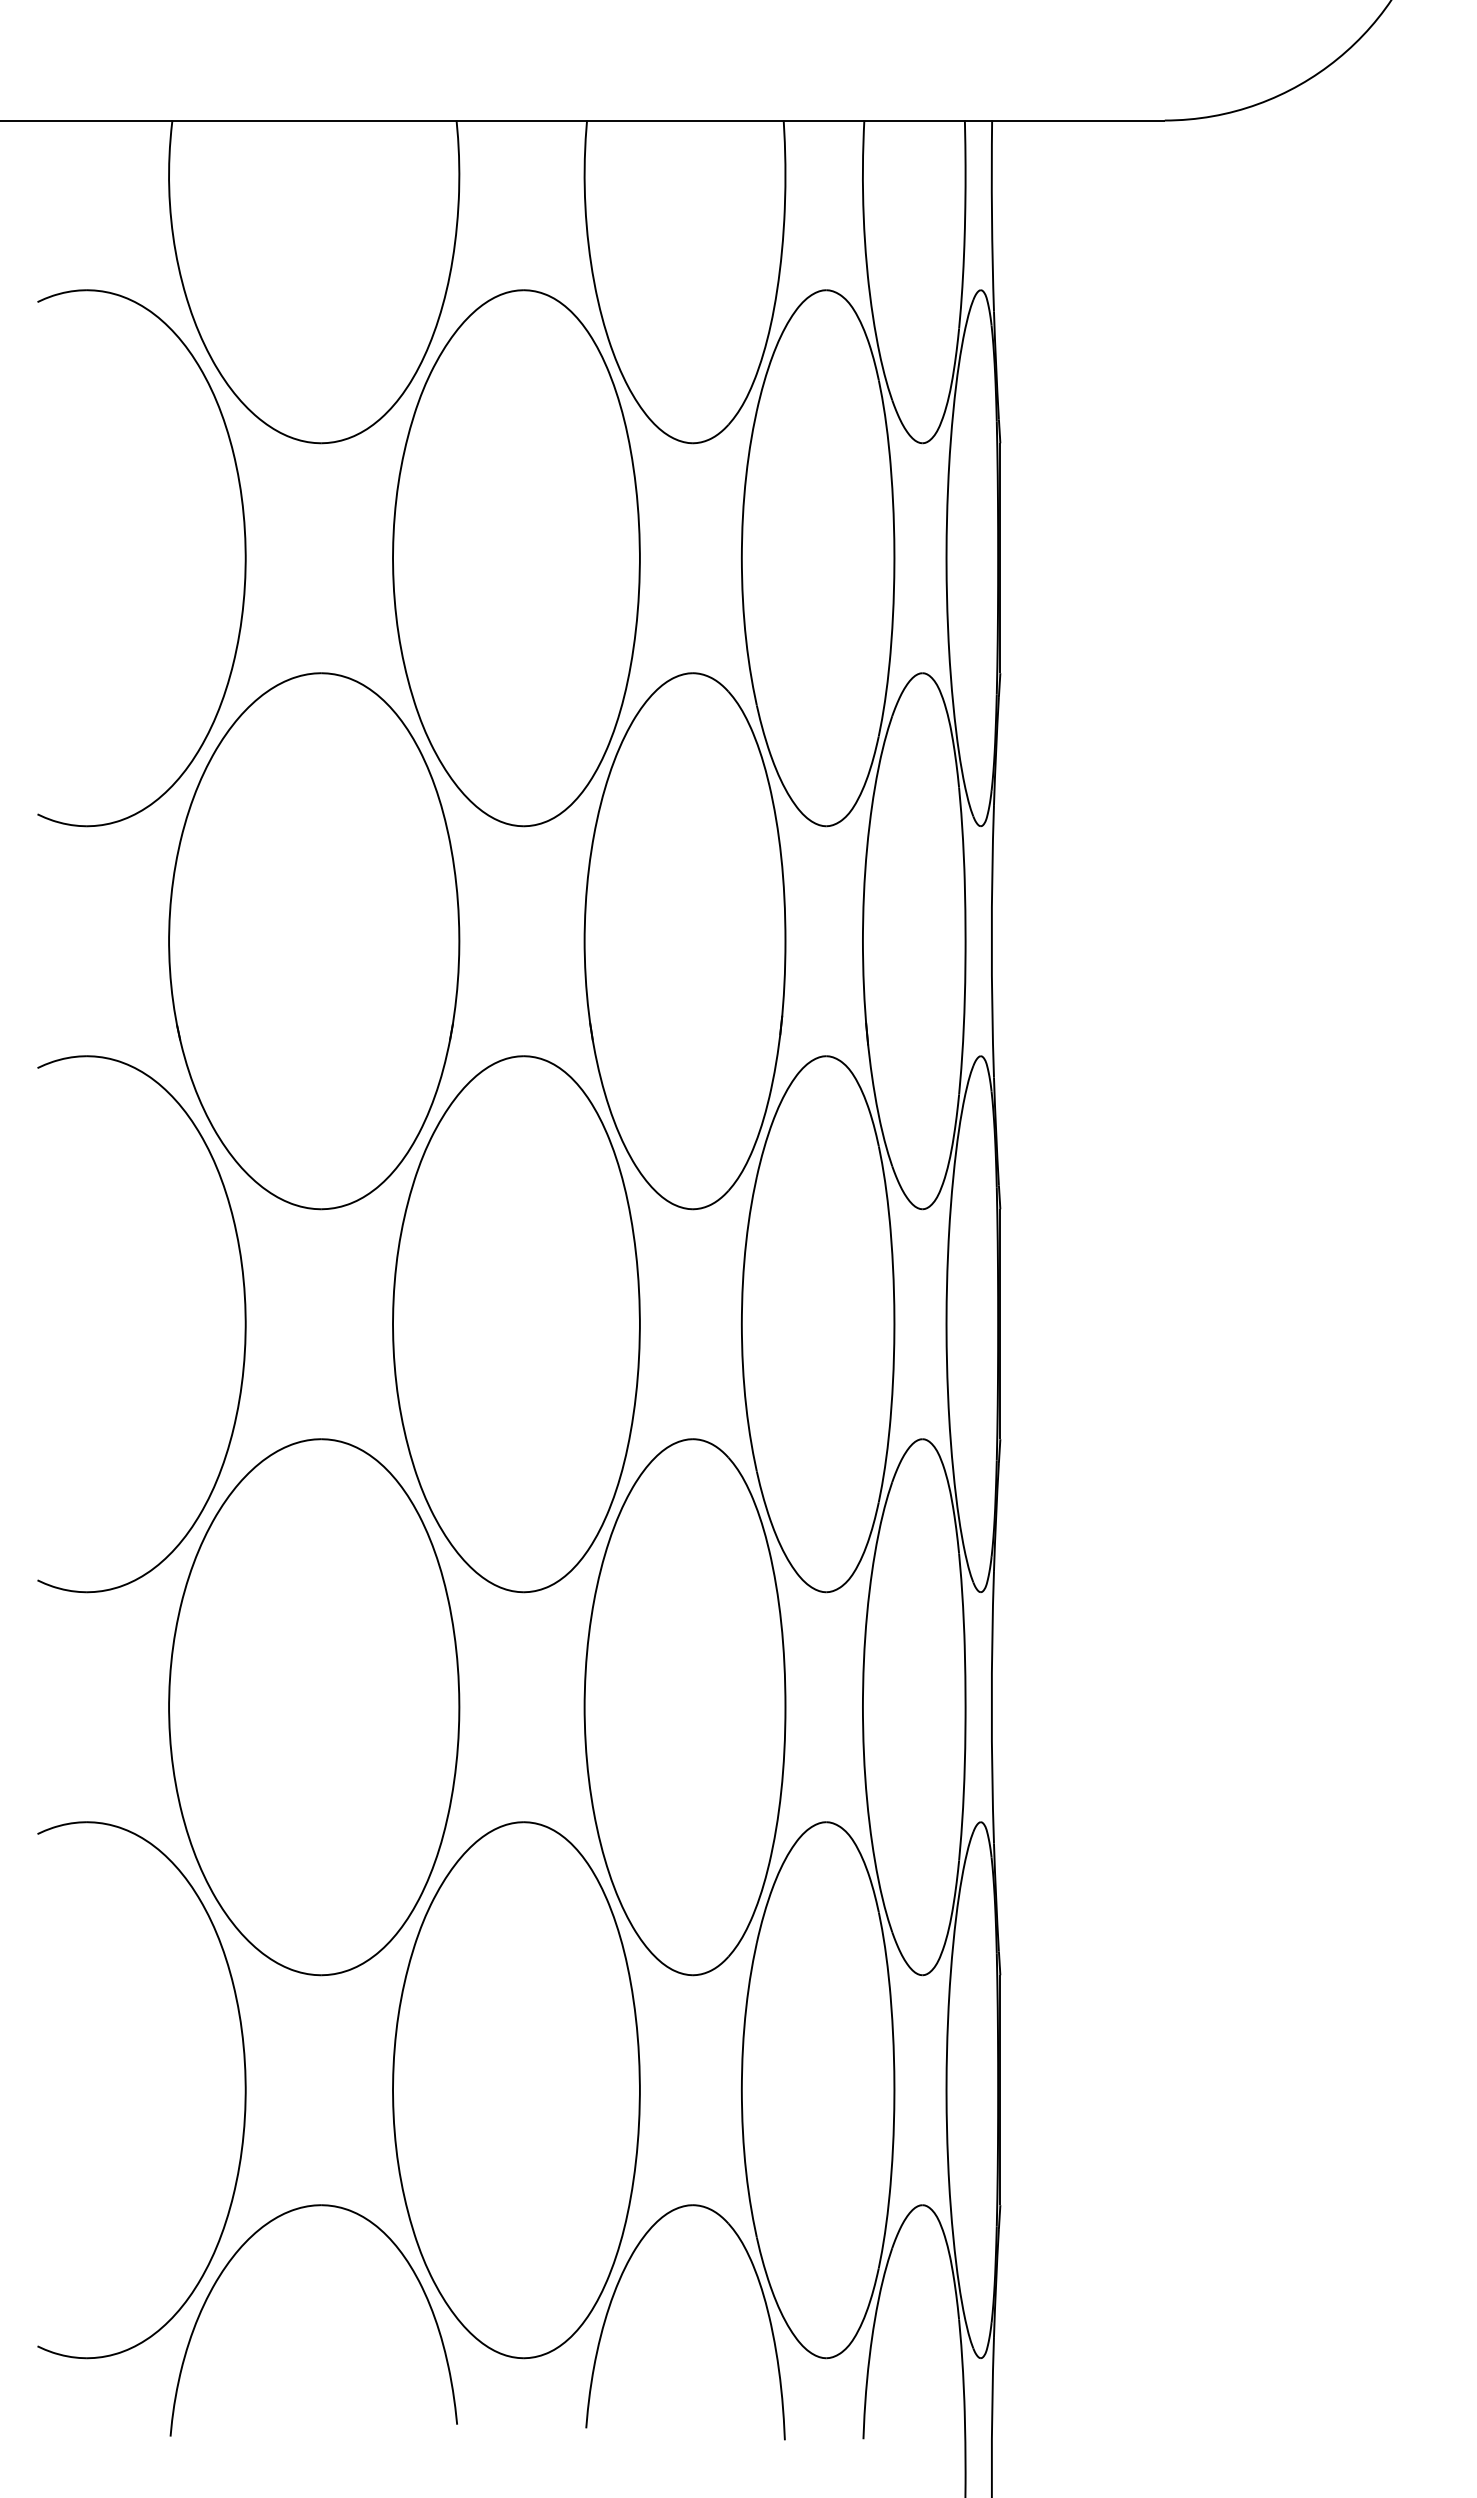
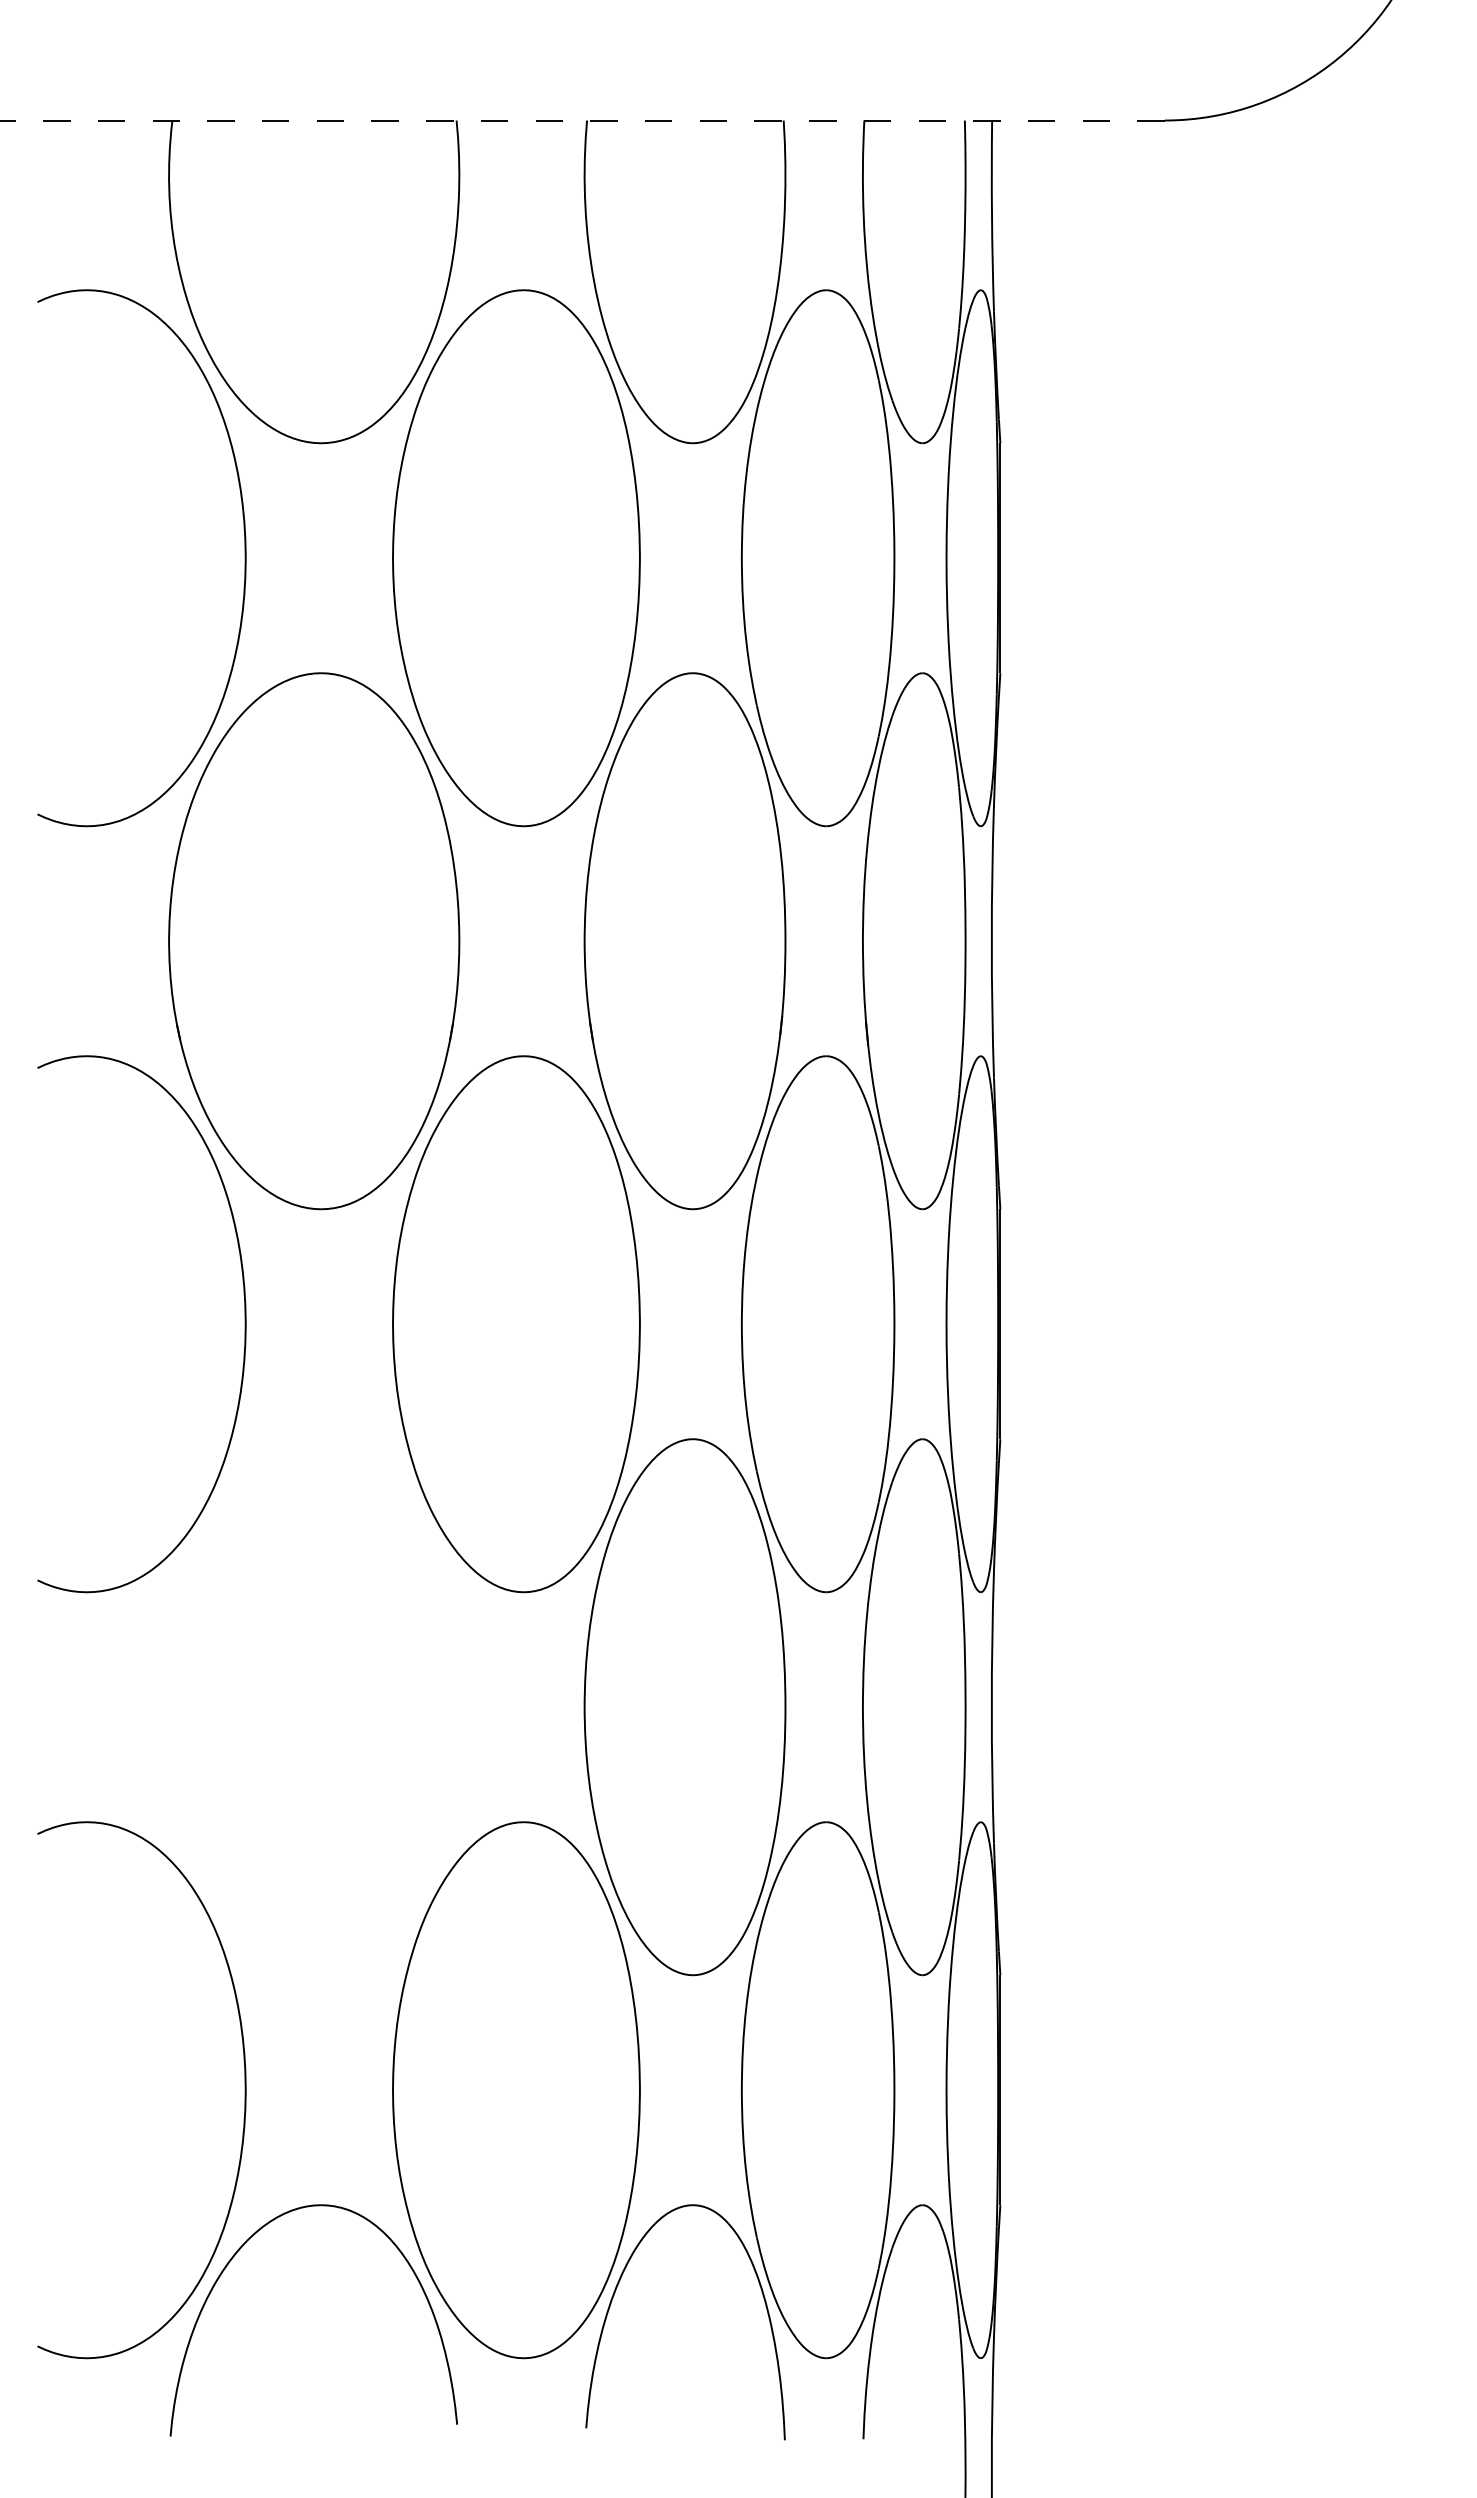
line at (583, 120): solid -> dashed
part at (314, 1707): present -> none
